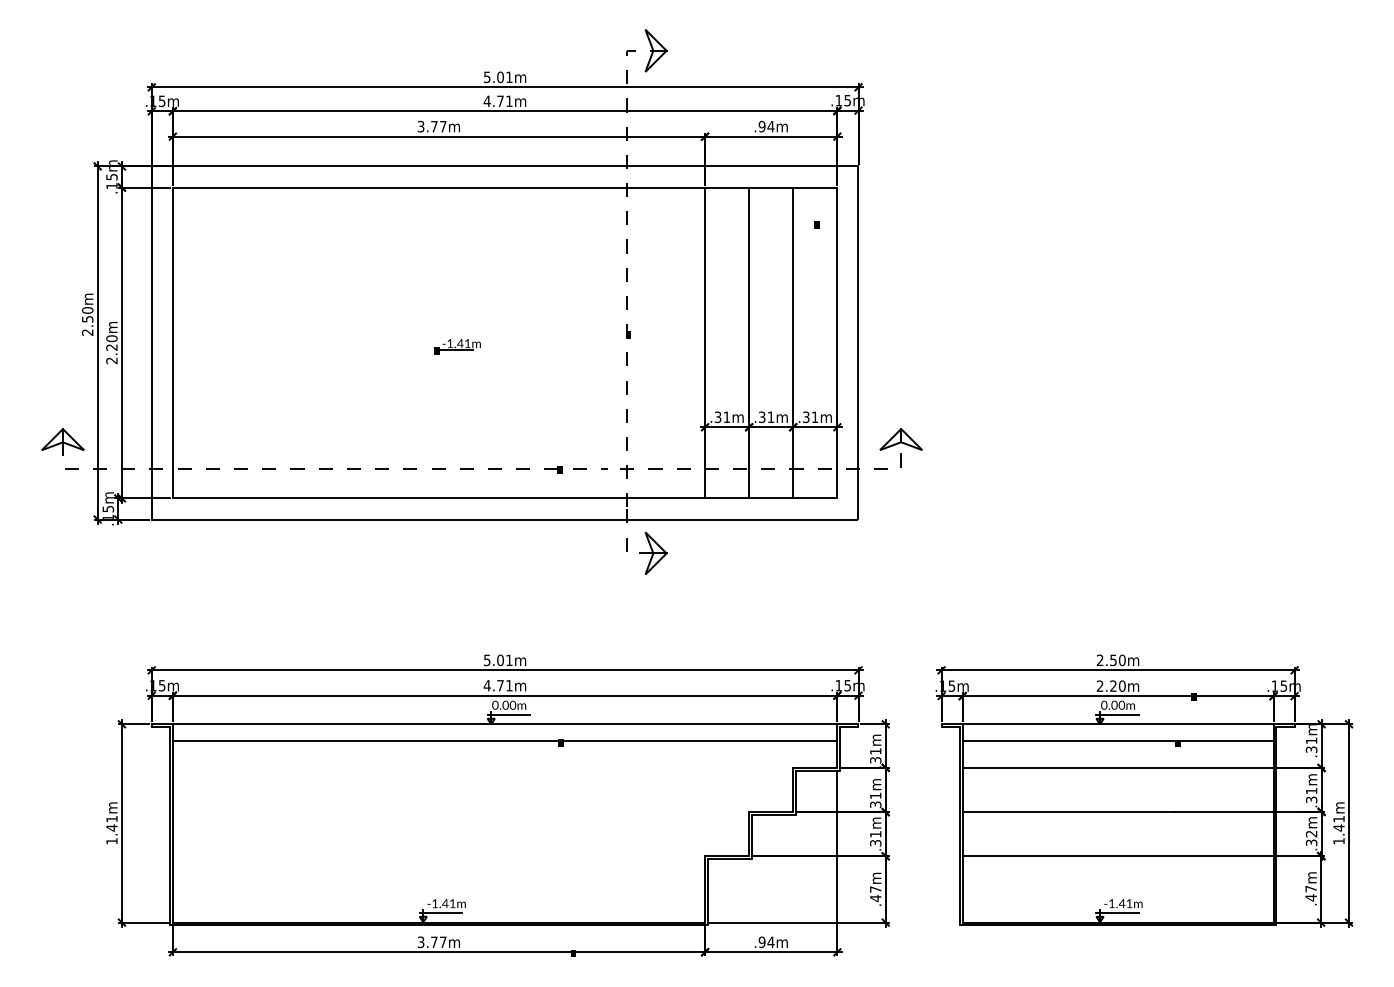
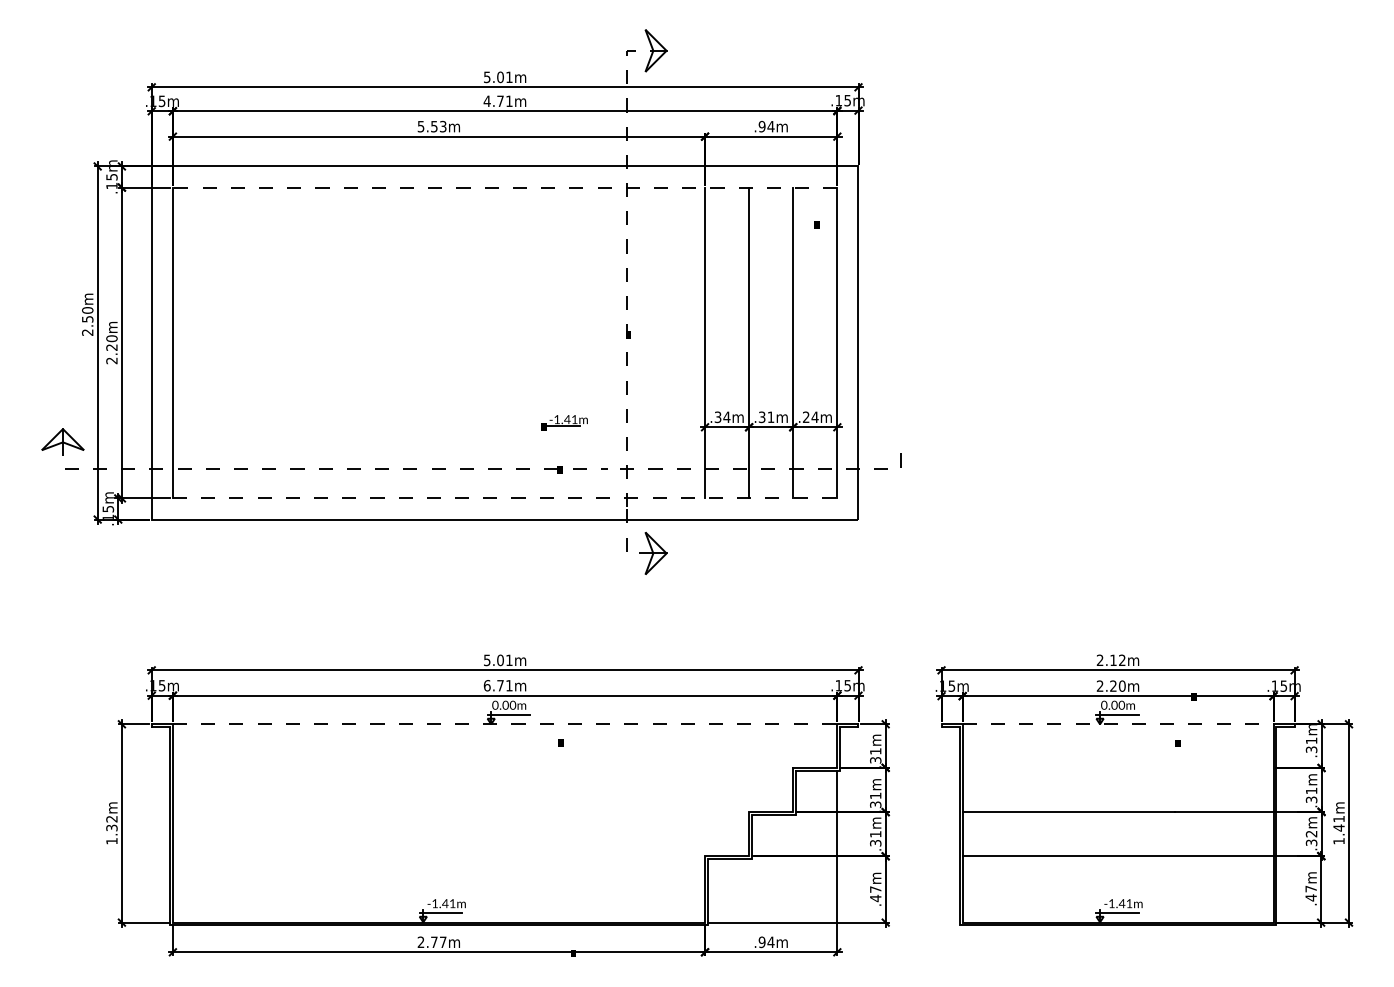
text at (432, 126): 3.77m -> 5.53m
line at (504, 187): solid -> dashed
part at (457, 346) position: (457, 346) -> (564, 422)
text at (726, 416): .31m -> .34m
text at (810, 417): .31m -> .24m
part at (900, 439): present -> none
line at (505, 498): solid -> dashed
text at (1117, 660): 2.50m -> 2.12m
text at (486, 685): 4.71m -> 6.71m
line at (505, 724): solid -> dashed
line at (1118, 724): solid -> dashed
line at (504, 741): present -> none
line at (1117, 741): present -> none
line at (1117, 768): present -> none
text at (111, 823): 1.41m -> 1.32m
text at (420, 942): 3.77m -> 2.77m
